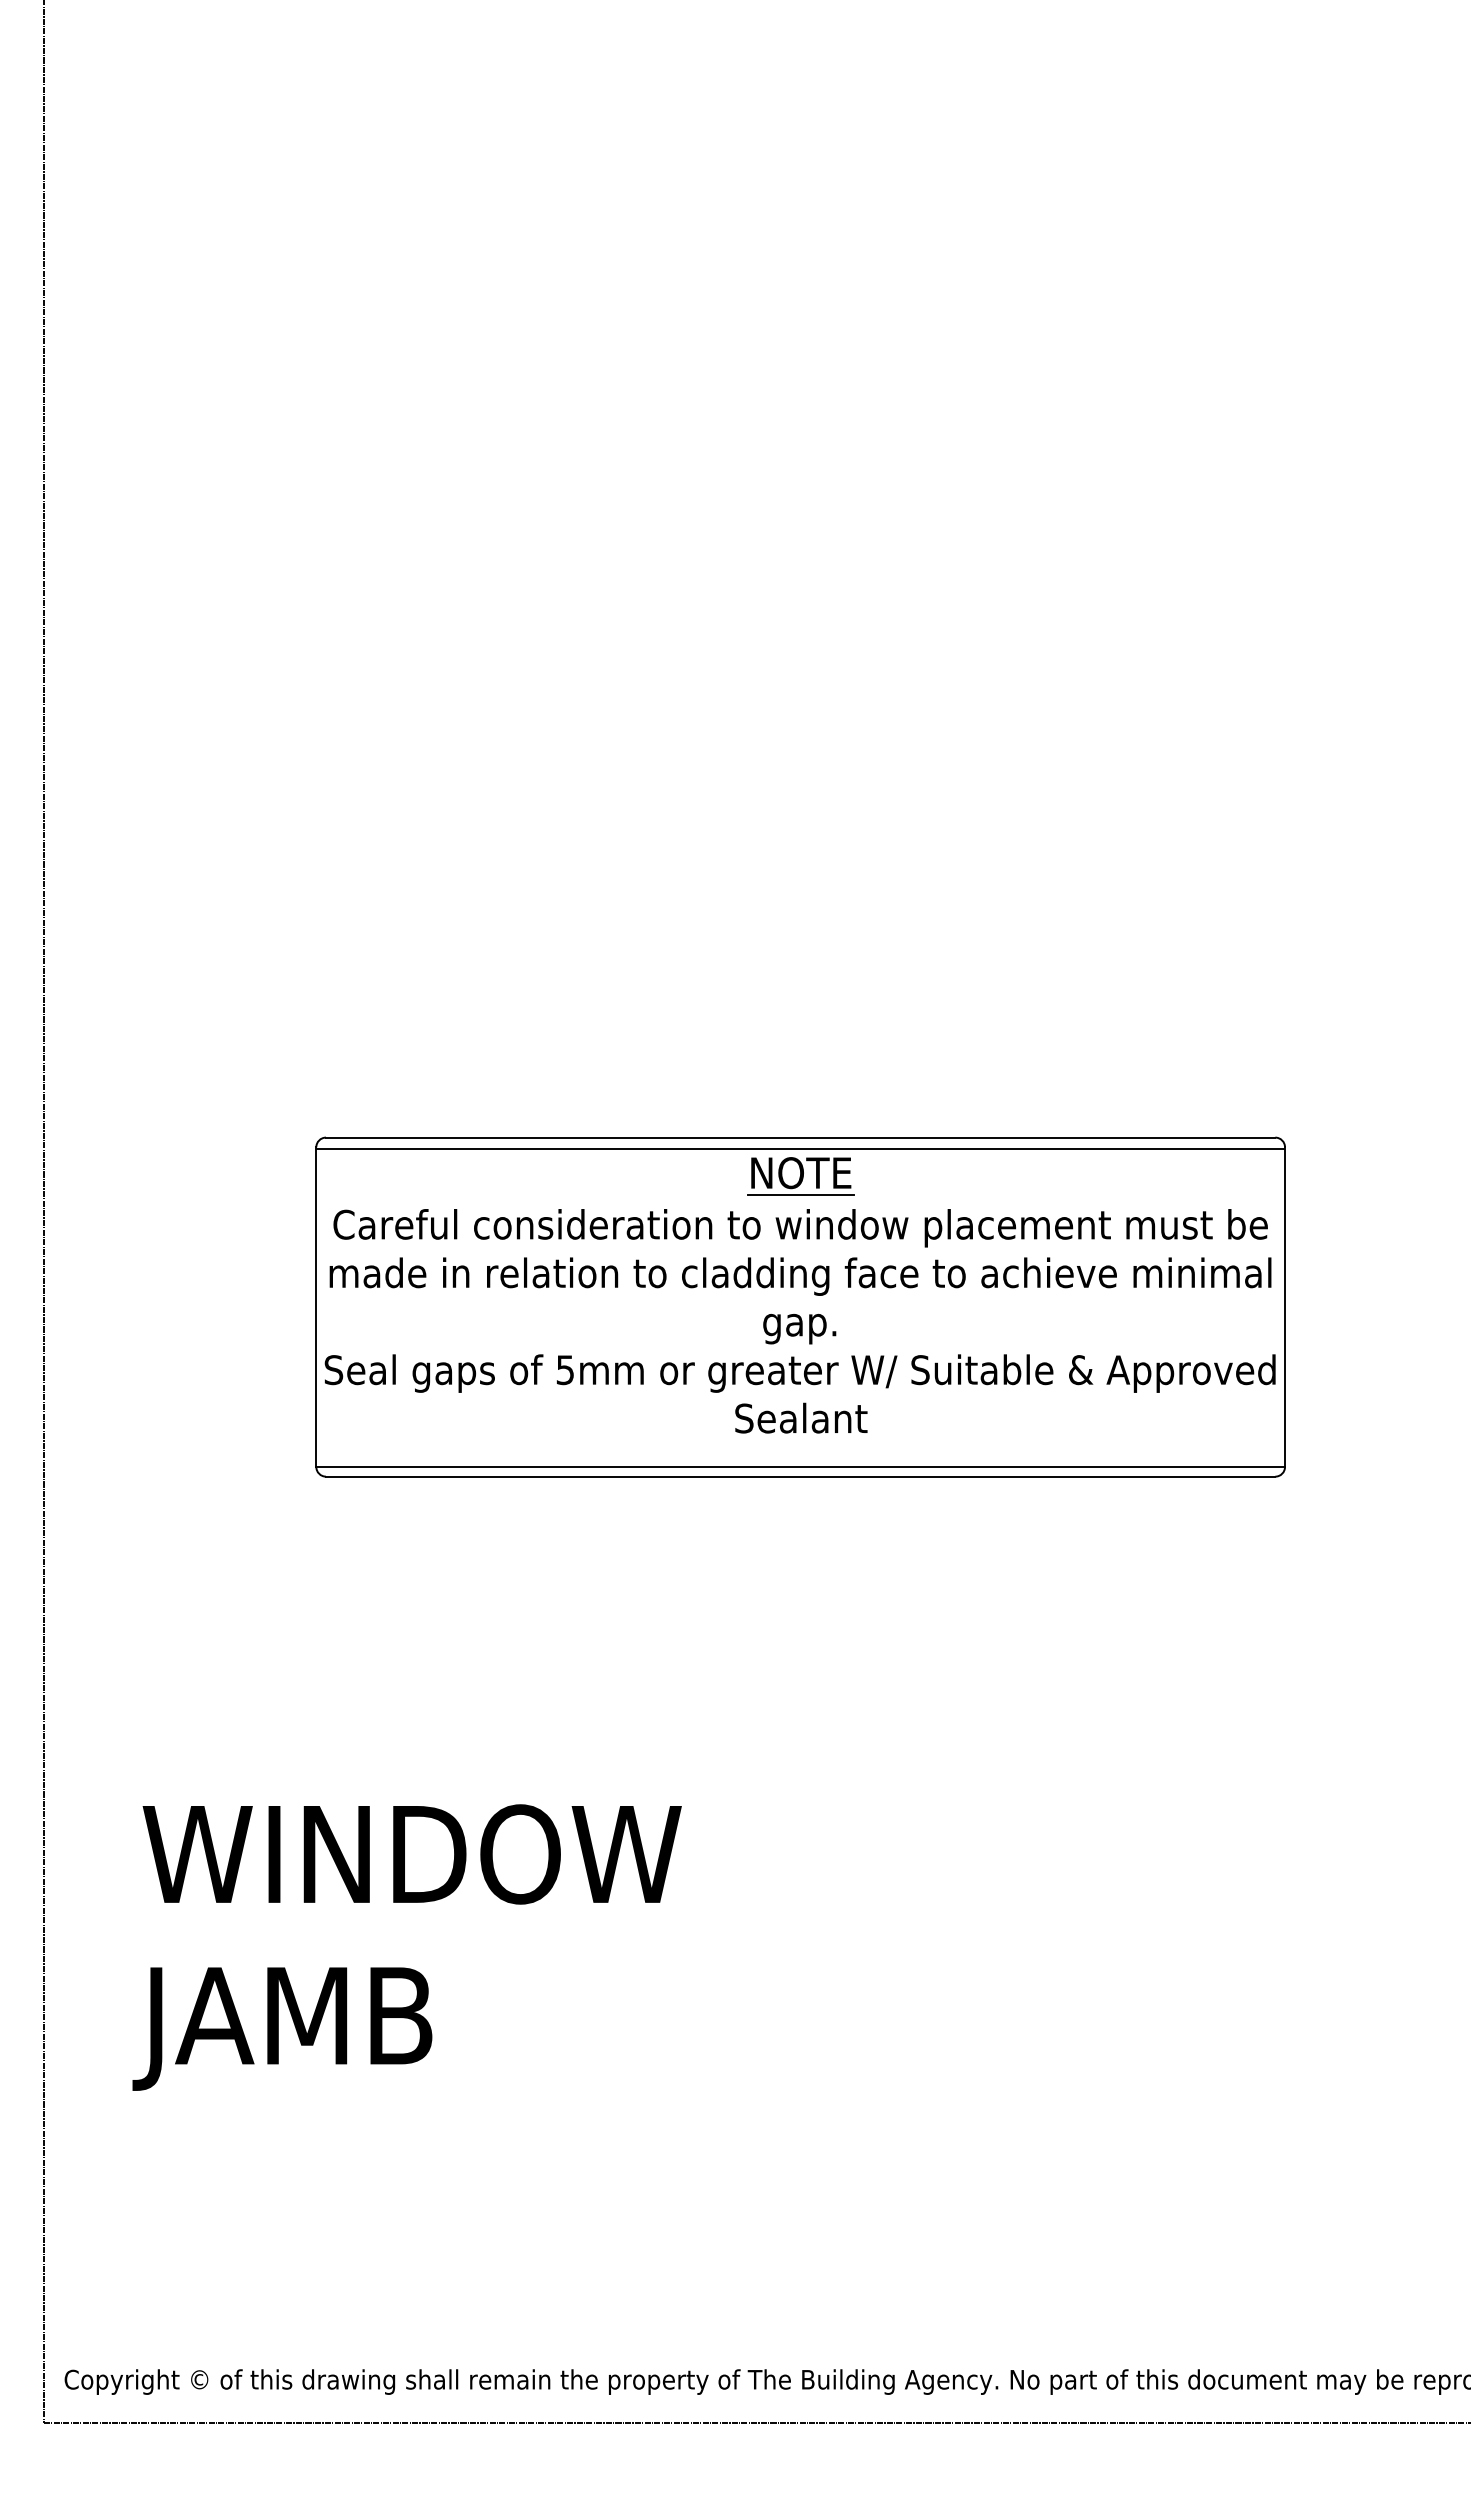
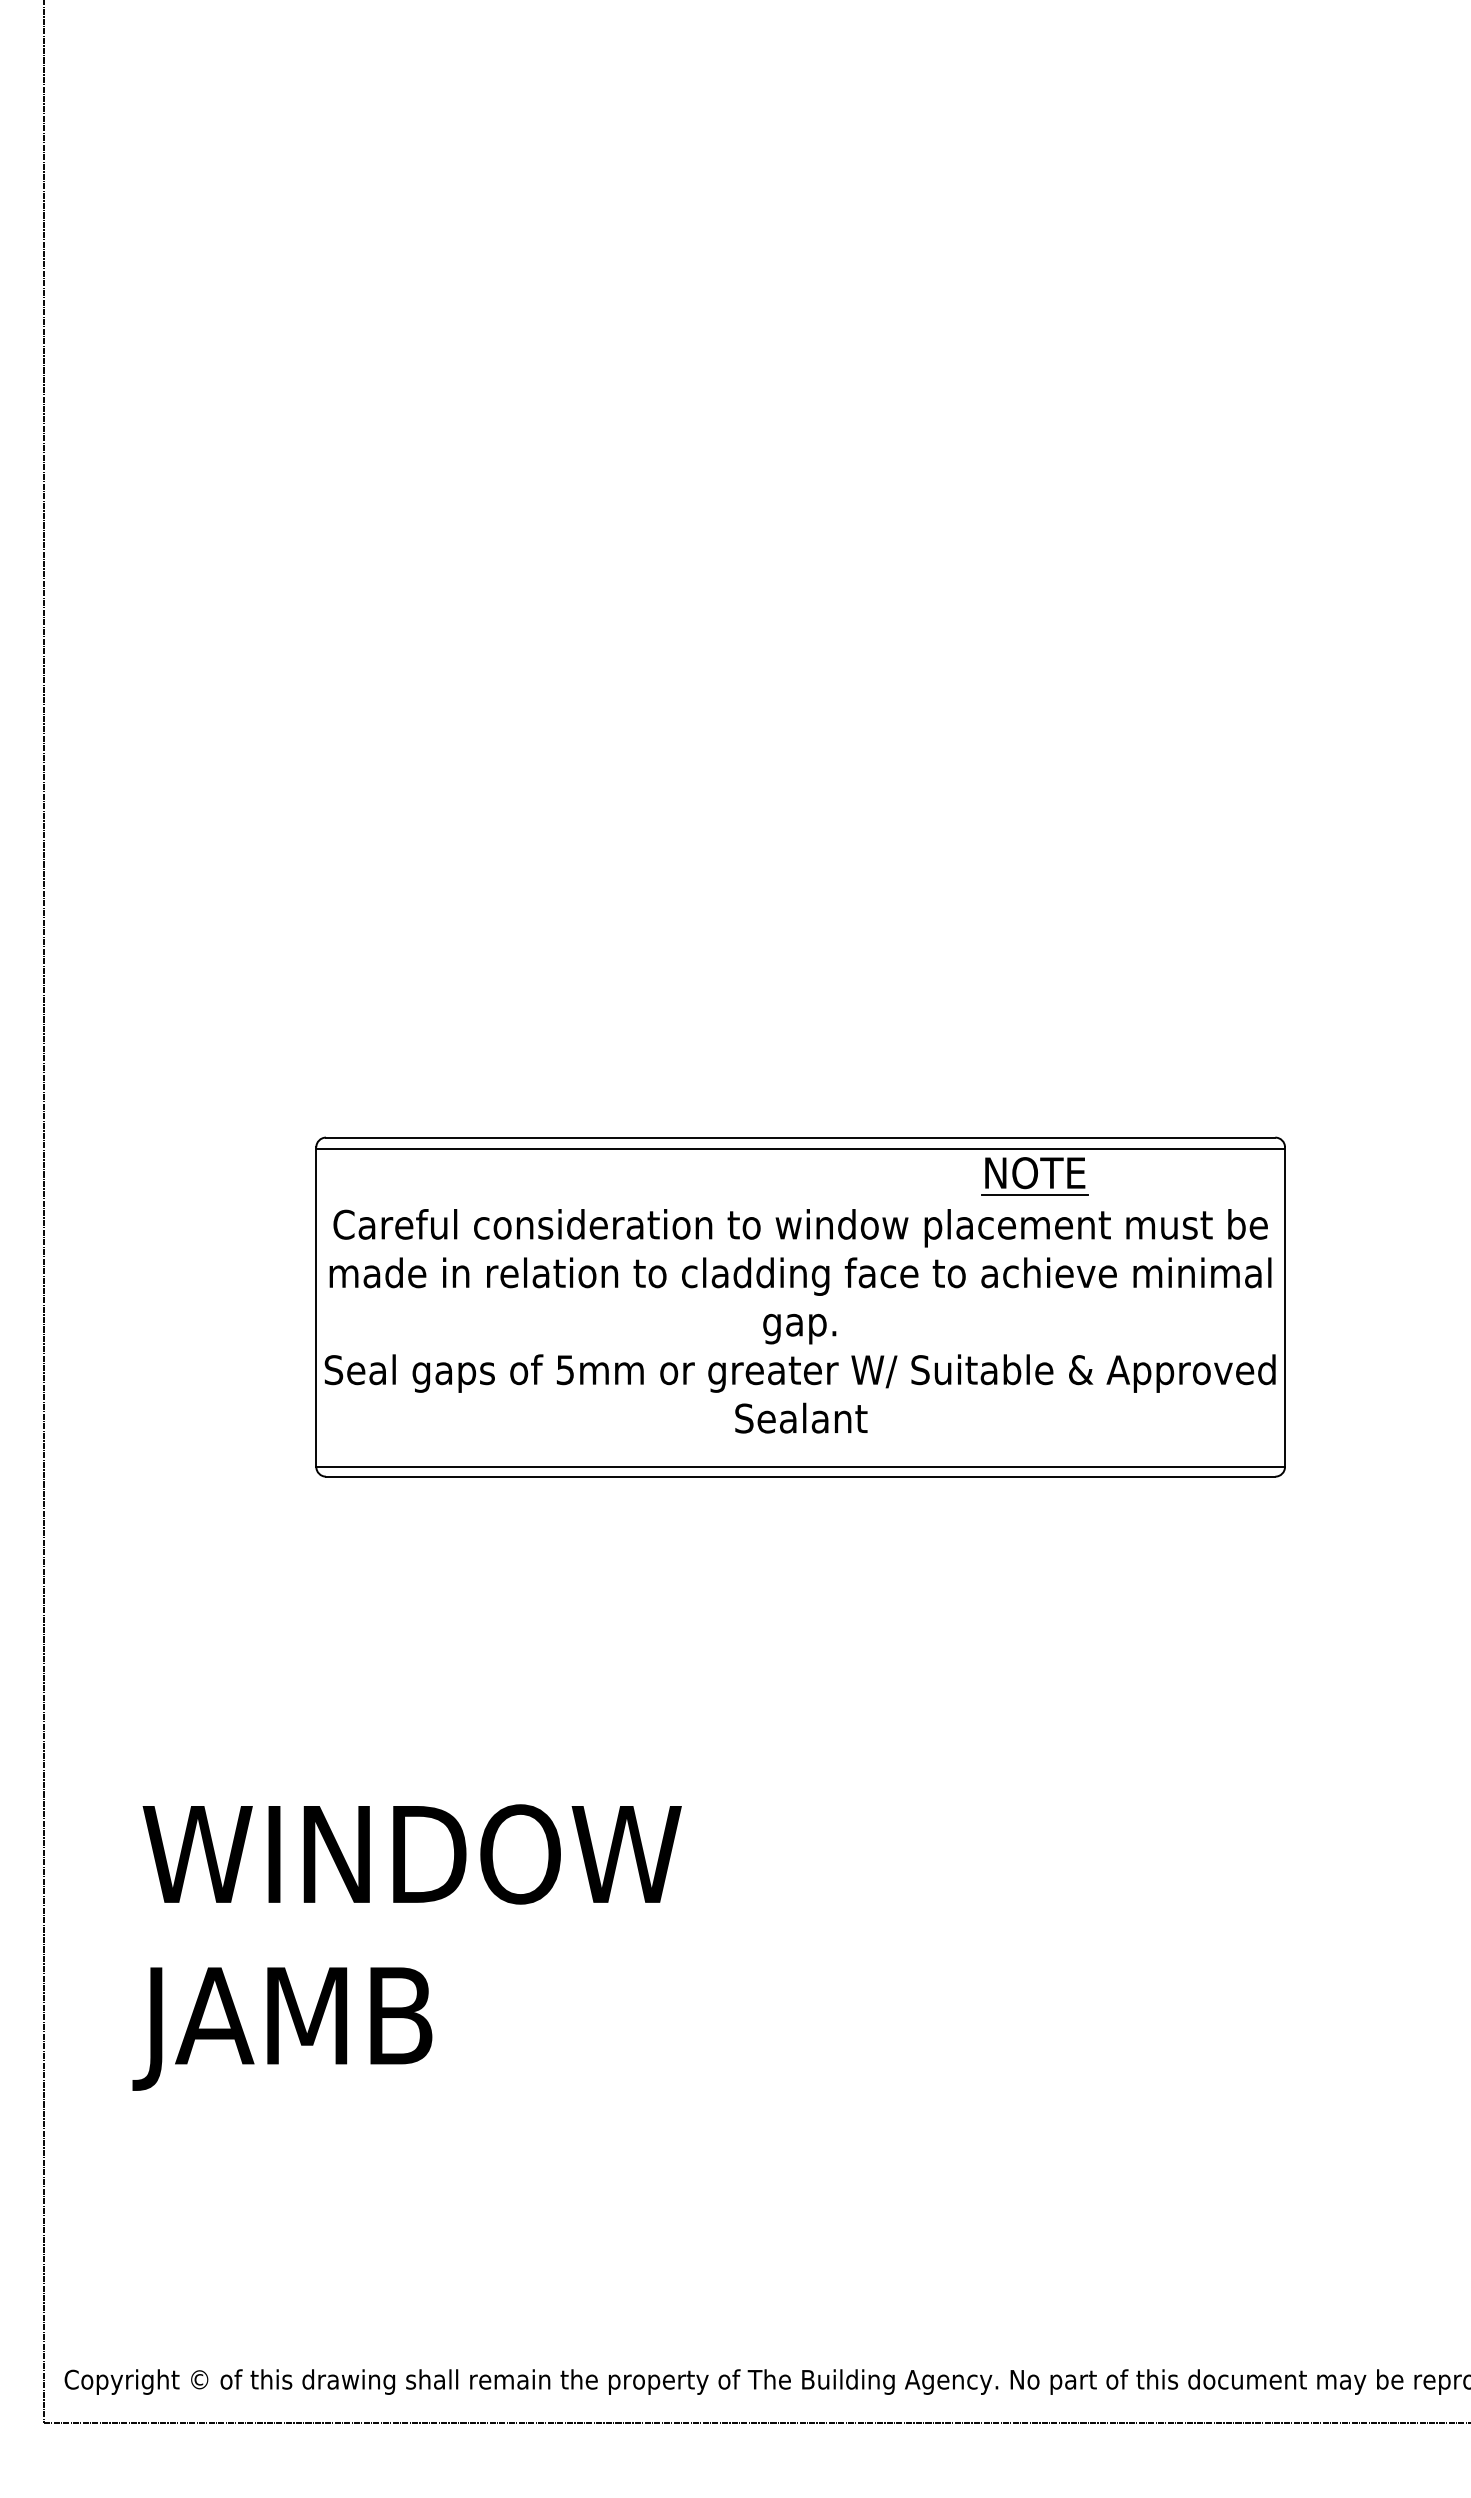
part at (800, 1176) position: (800, 1176) -> (1034, 1176)
